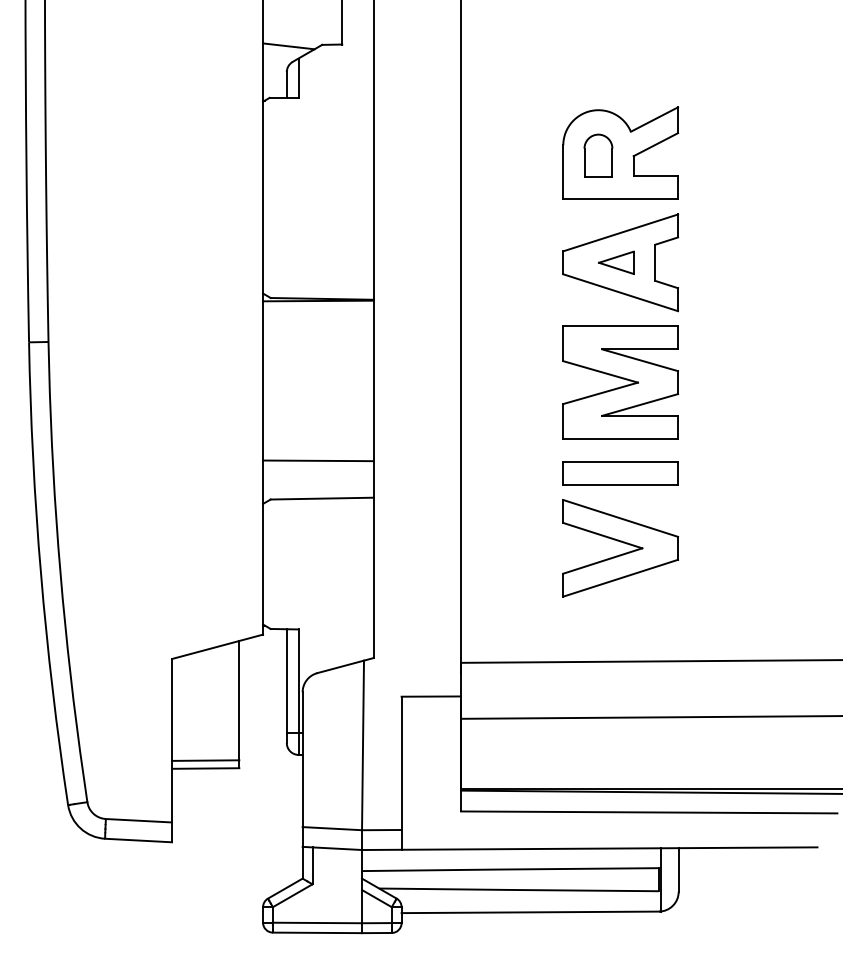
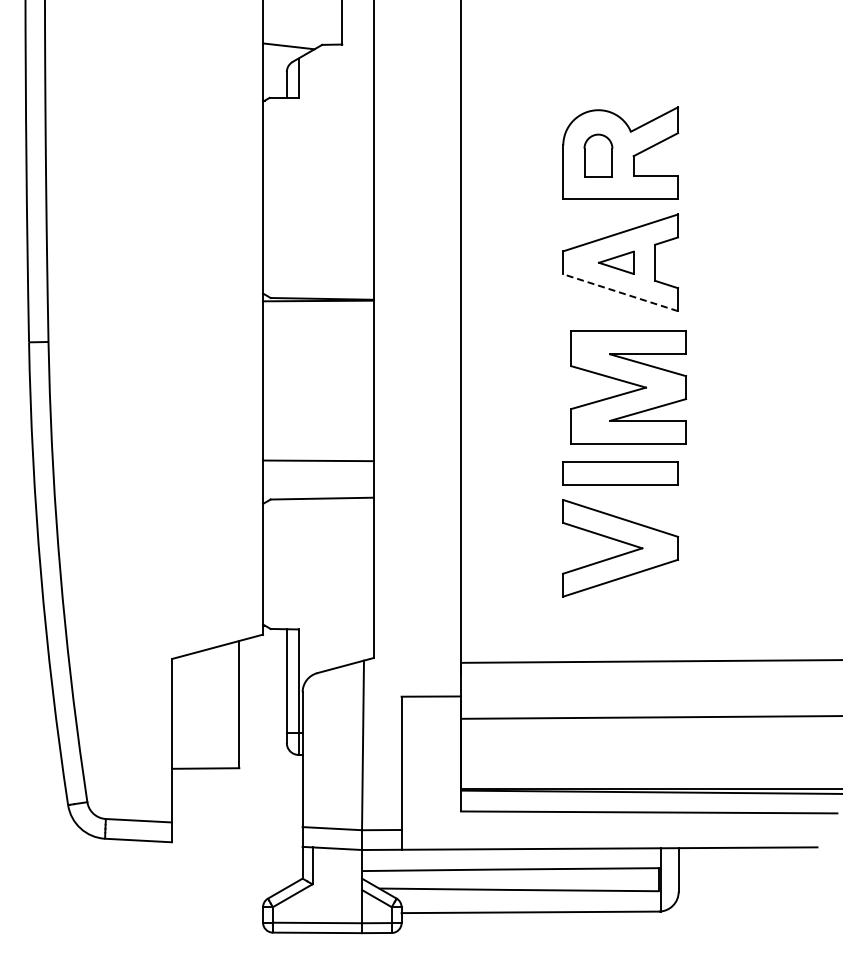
line at (620, 292): solid -> dashed
part at (620, 382) position: (620, 382) -> (628, 387)
line at (205, 760): present -> none
